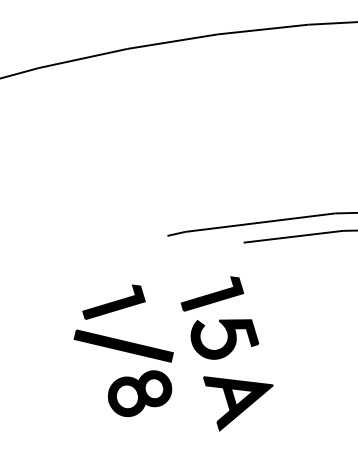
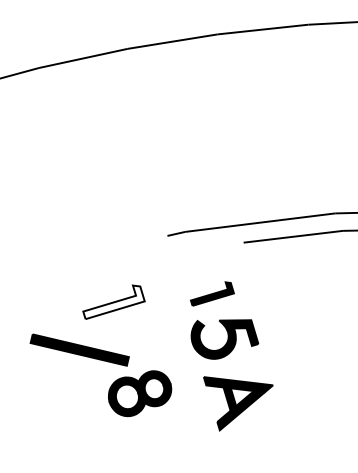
part at (212, 293) size: 65x36 px -> 45x26 px
fill at (113, 302): present -> none
part at (123, 345) position: (123, 345) -> (79, 349)
